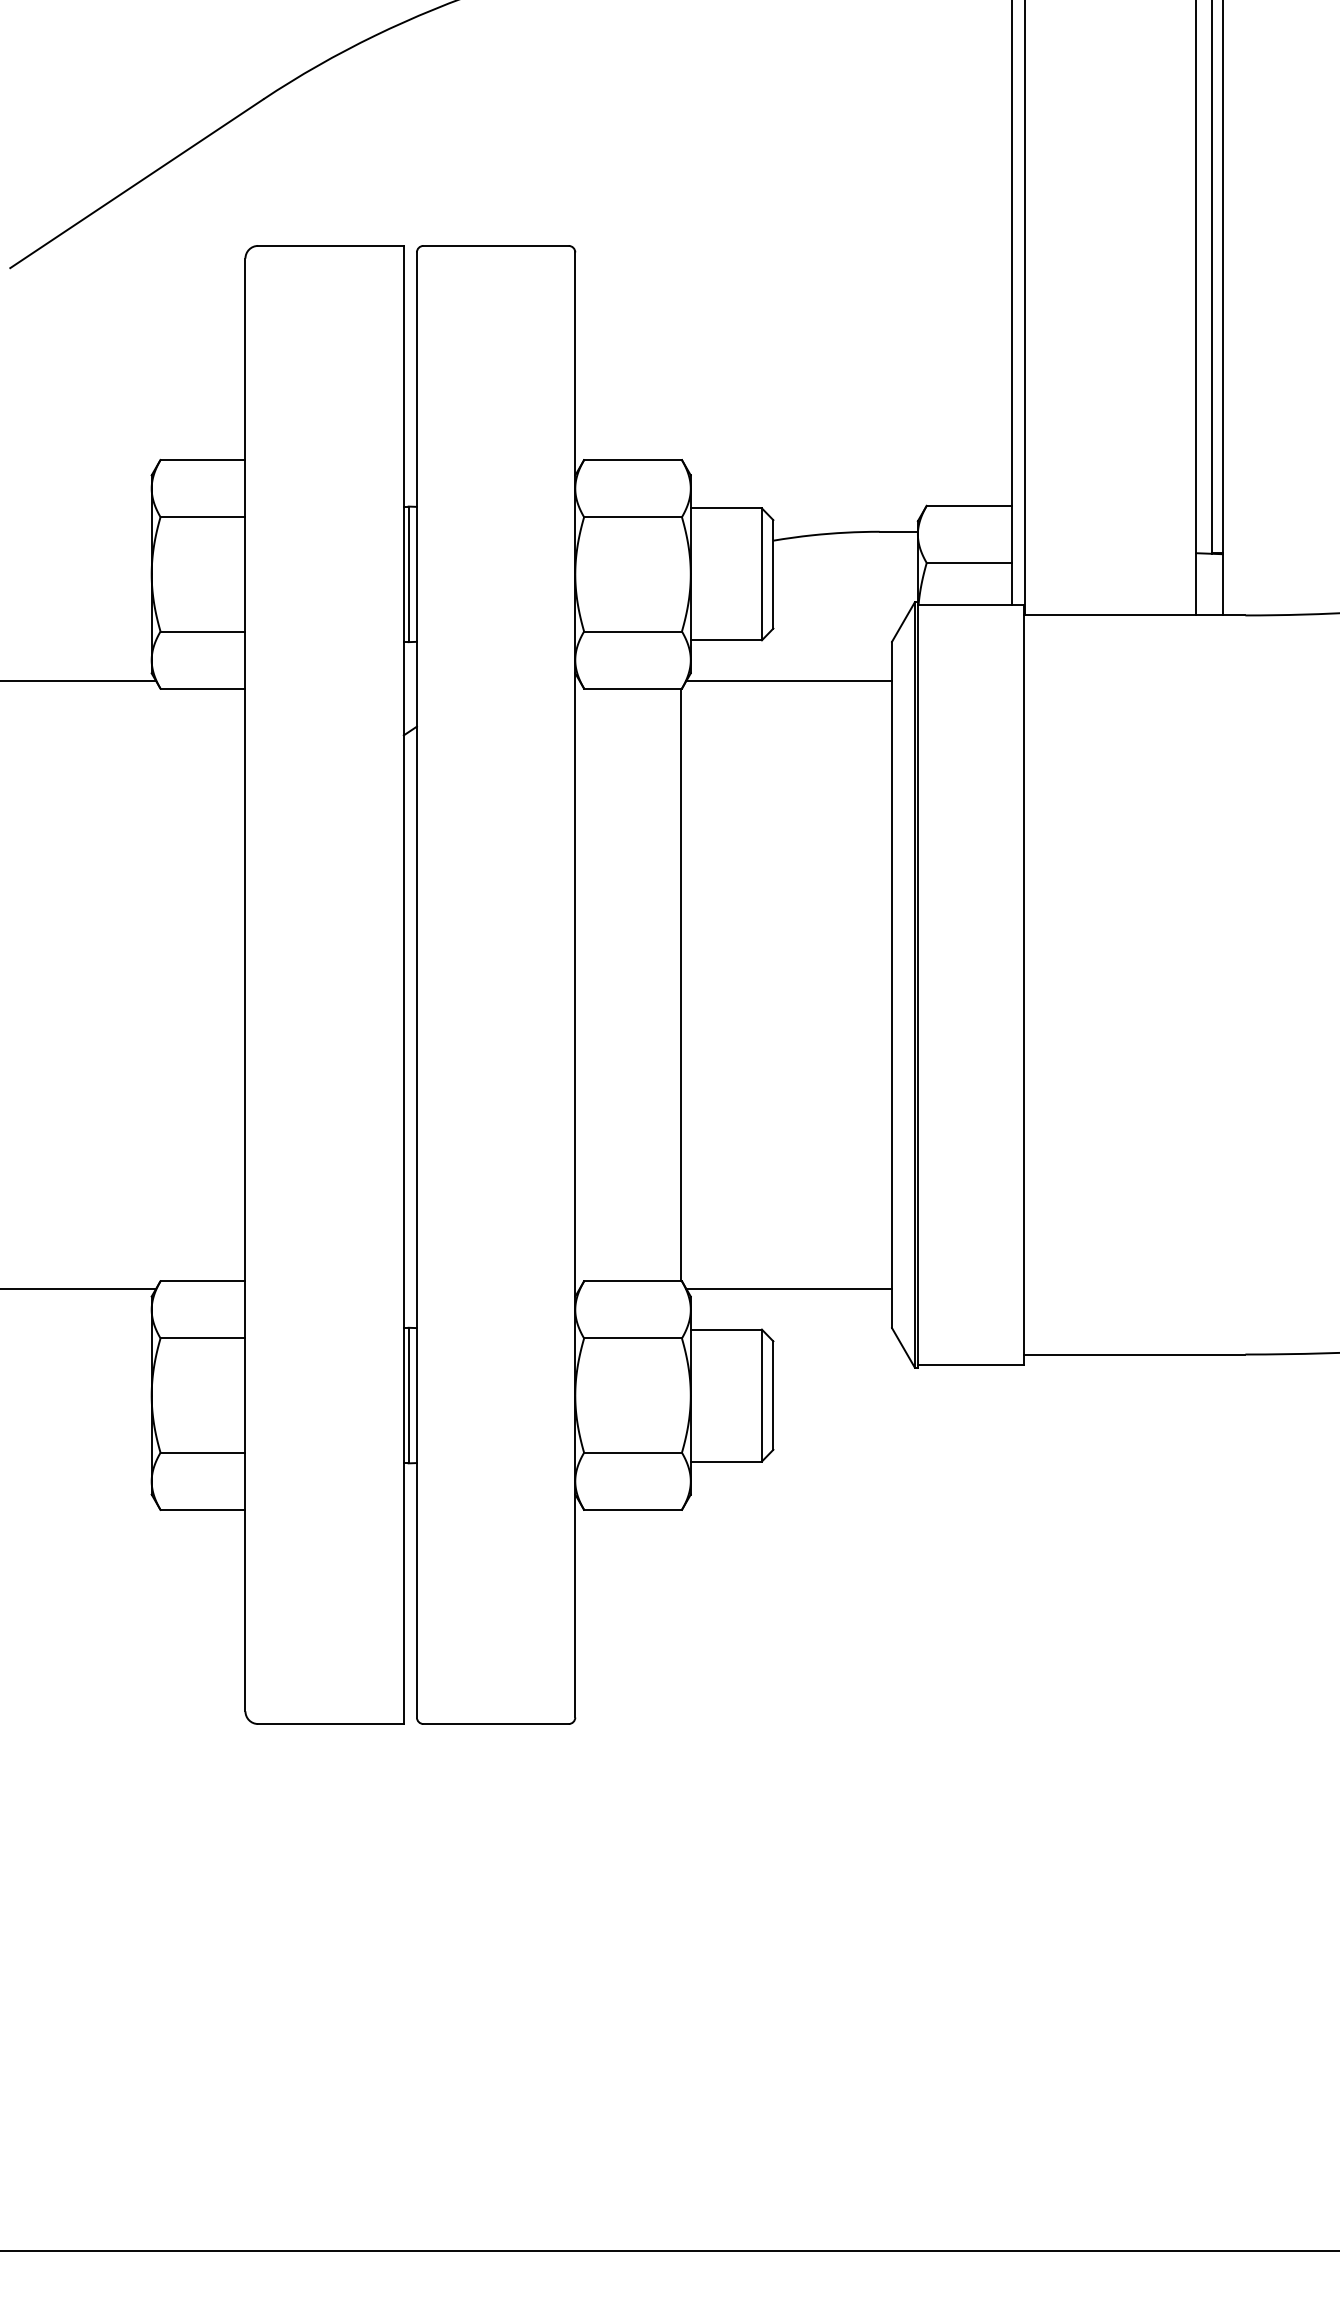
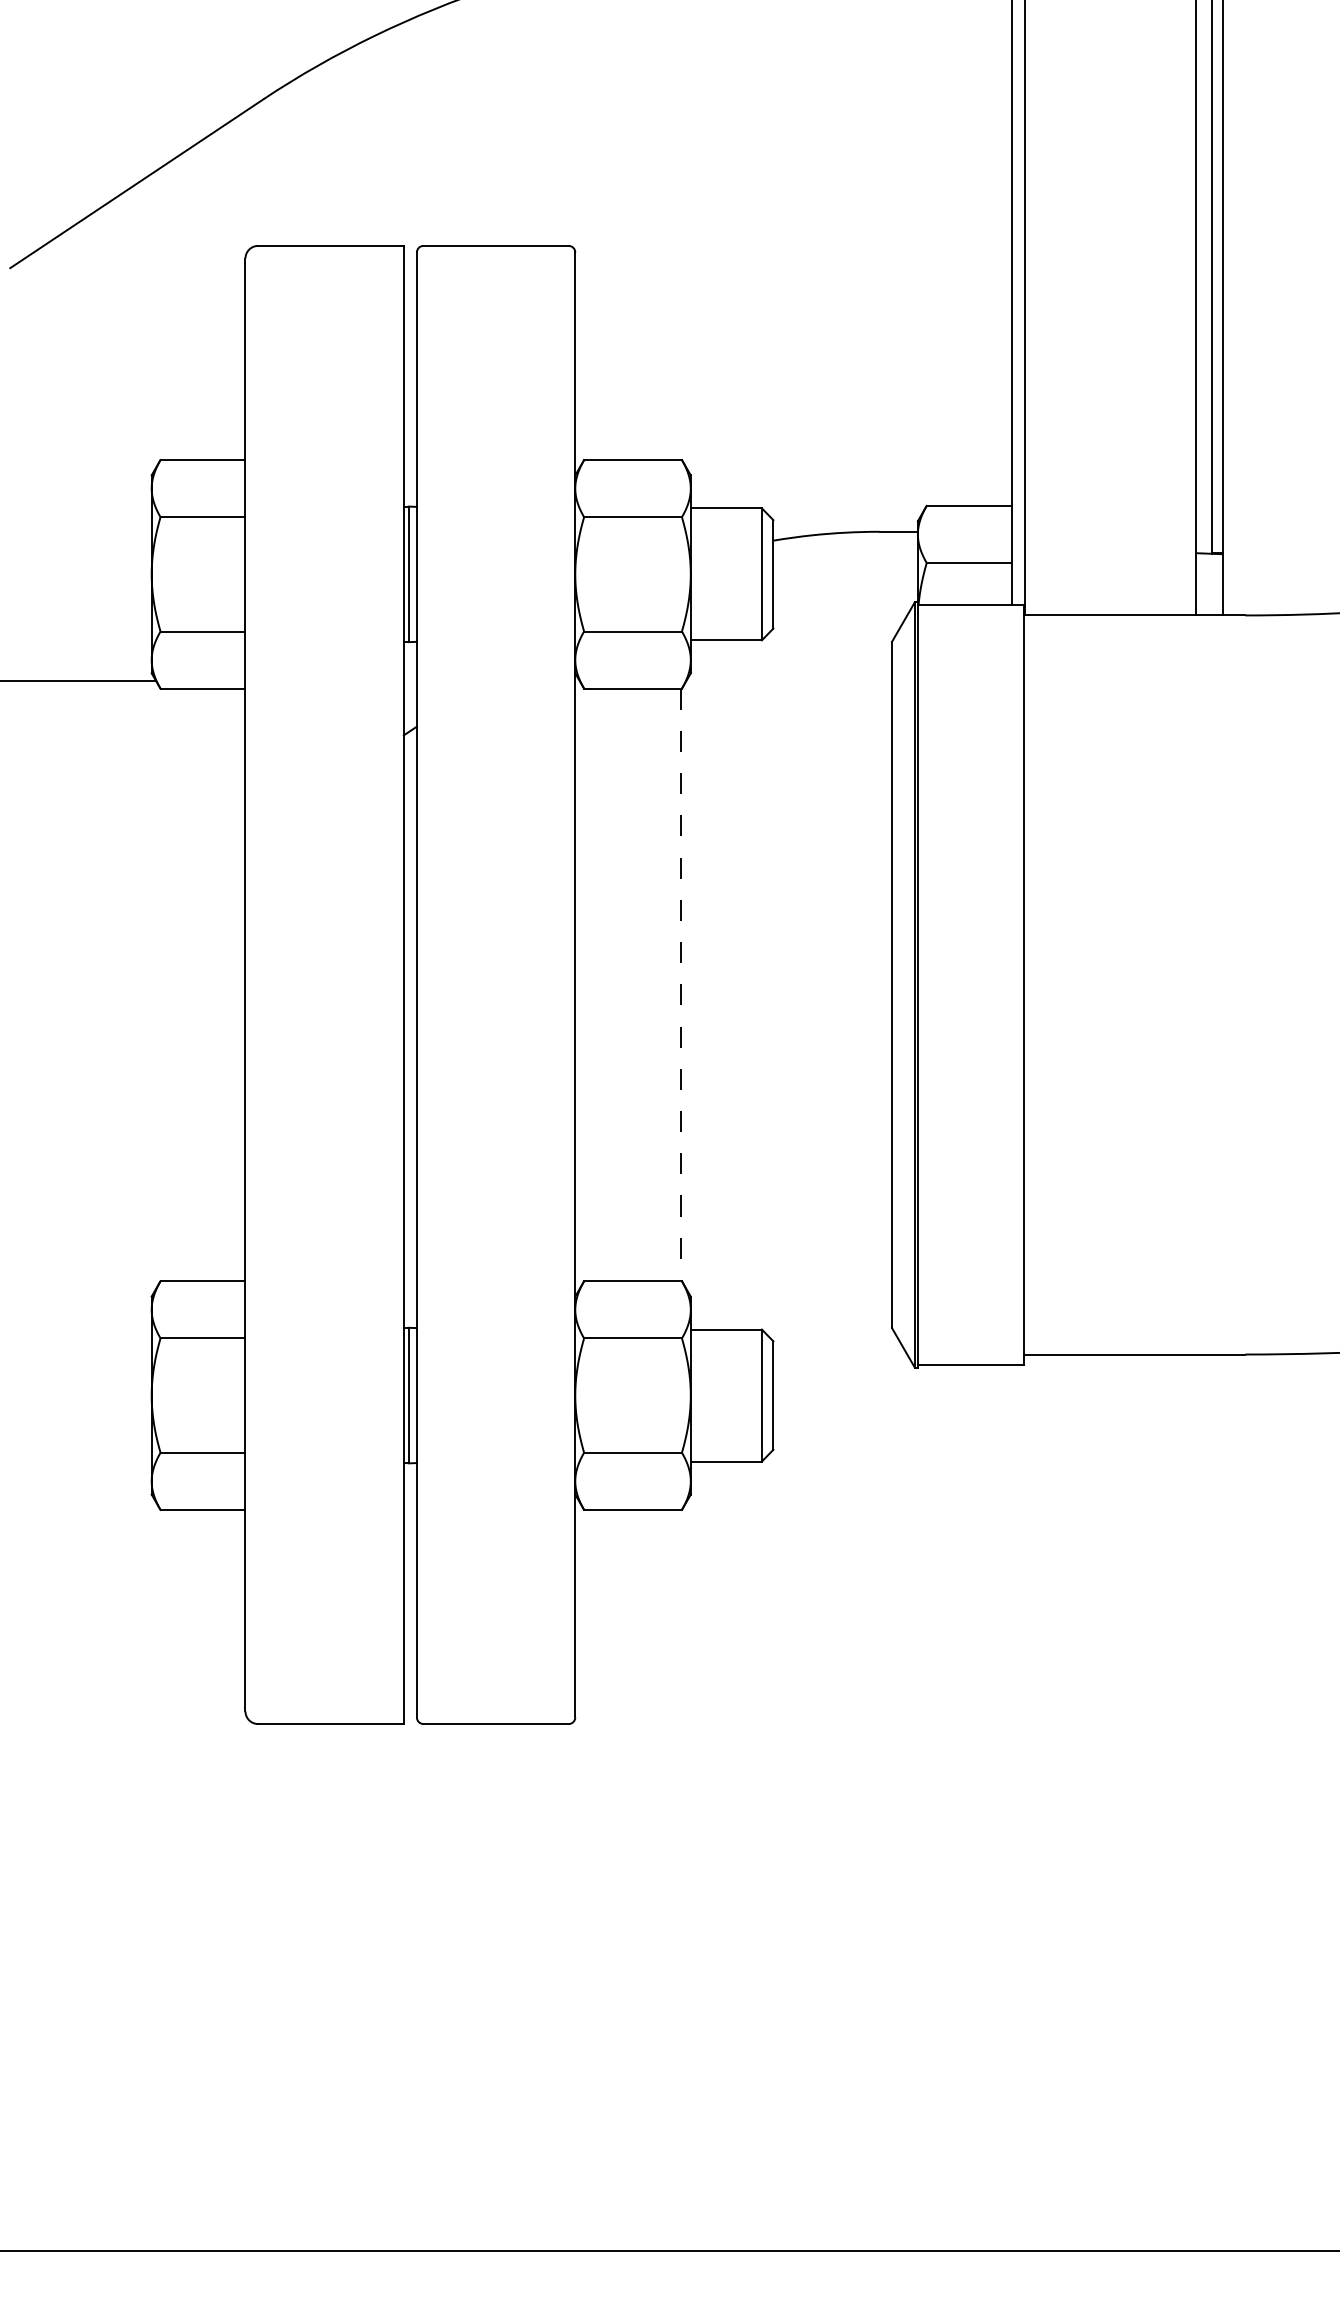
line at (789, 681): present -> none
line at (680, 985): solid -> dashed
line at (79, 1288): present -> none
line at (789, 1288): present -> none
